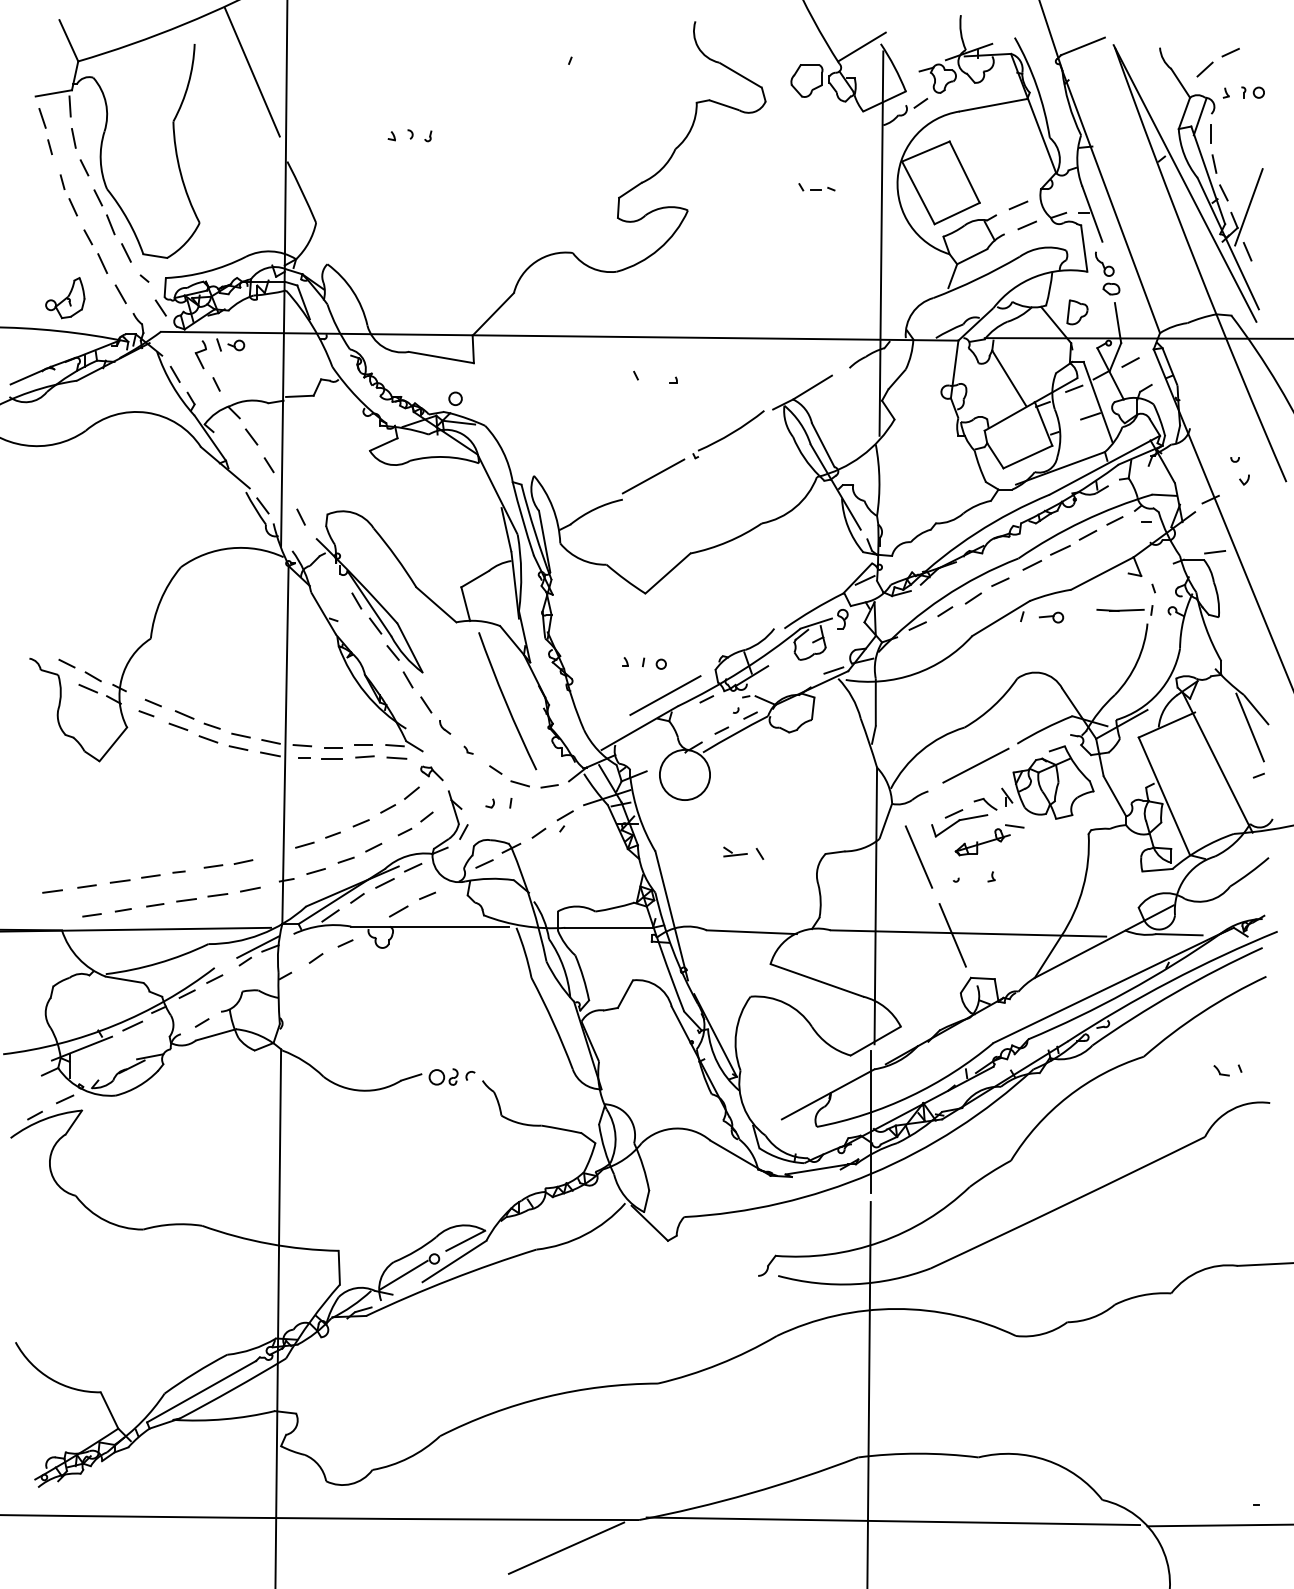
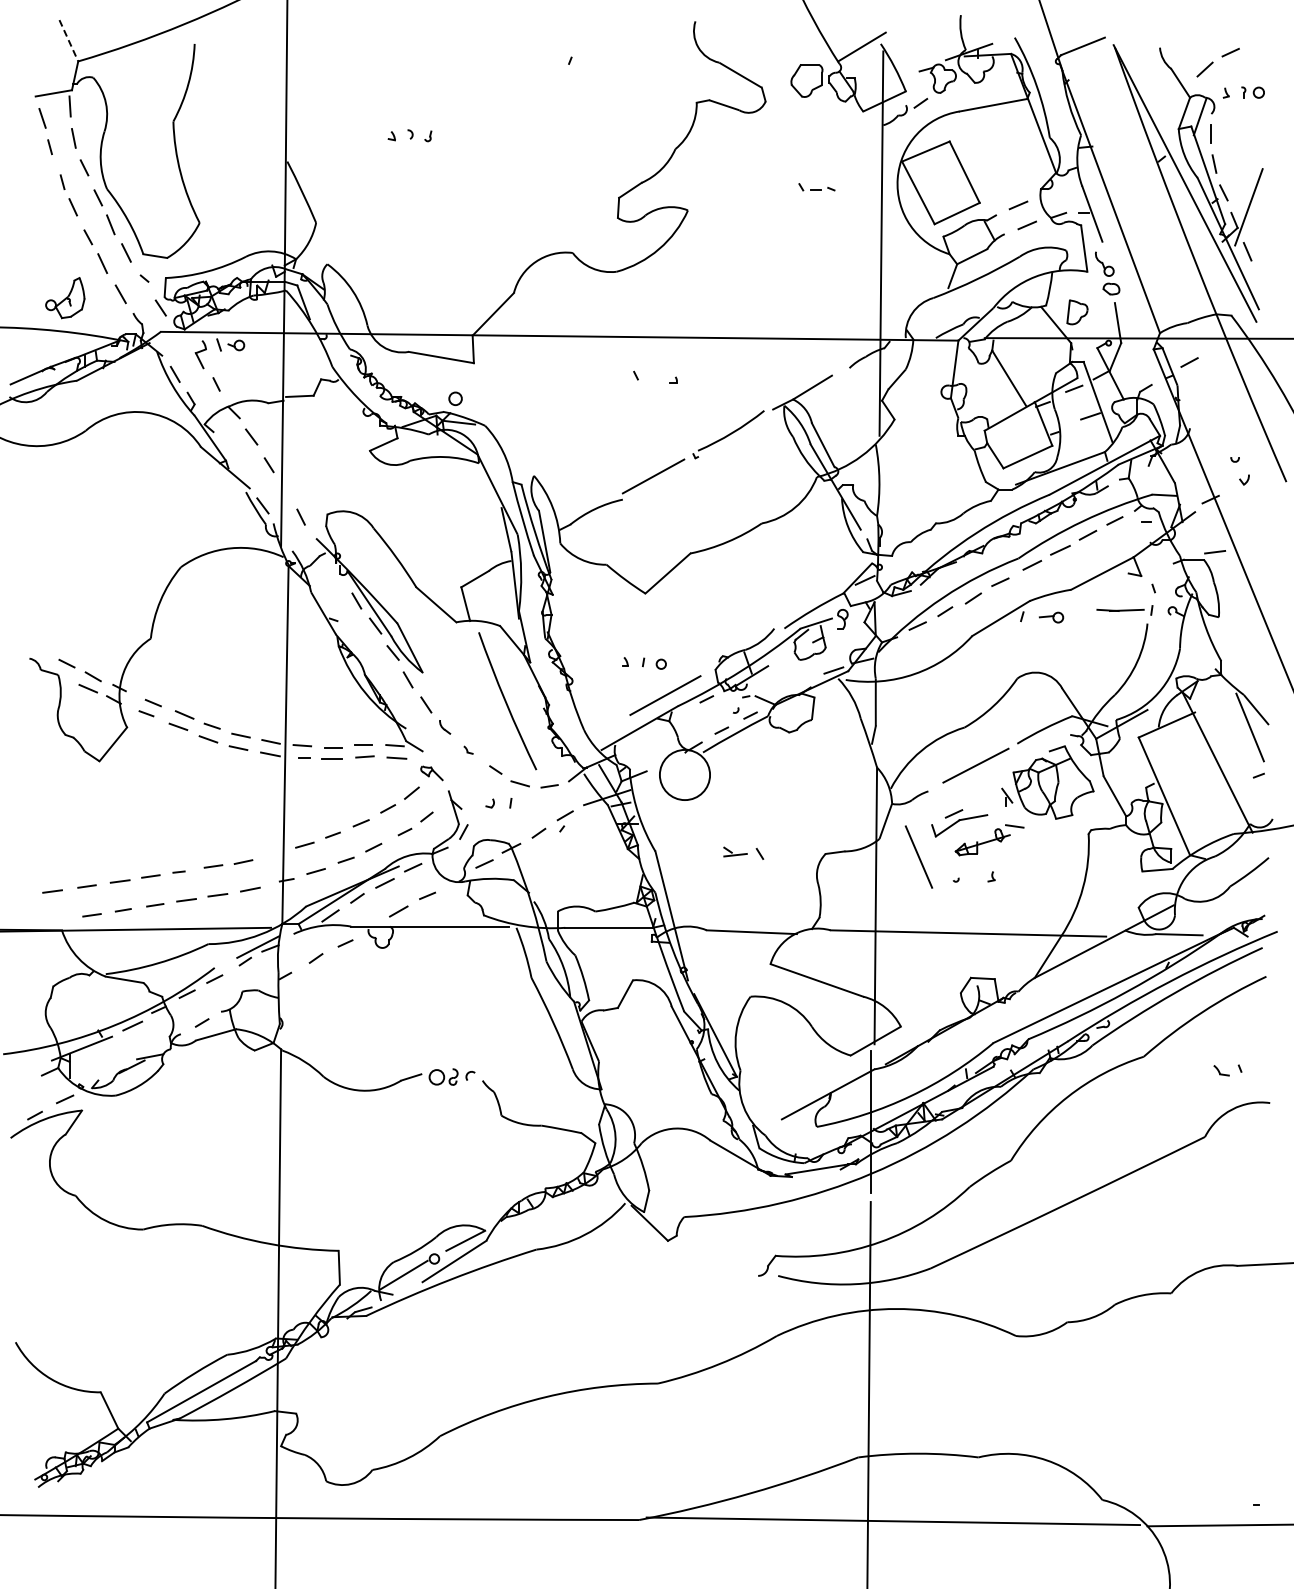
line at (68, 40): solid -> dashed
line at (251, 71): present -> none
line at (1130, 362) position: (1130, 362) -> (1189, 362)
part at (985, 803): present -> none
line at (952, 935): present -> none
line at (566, 1547): present -> none
